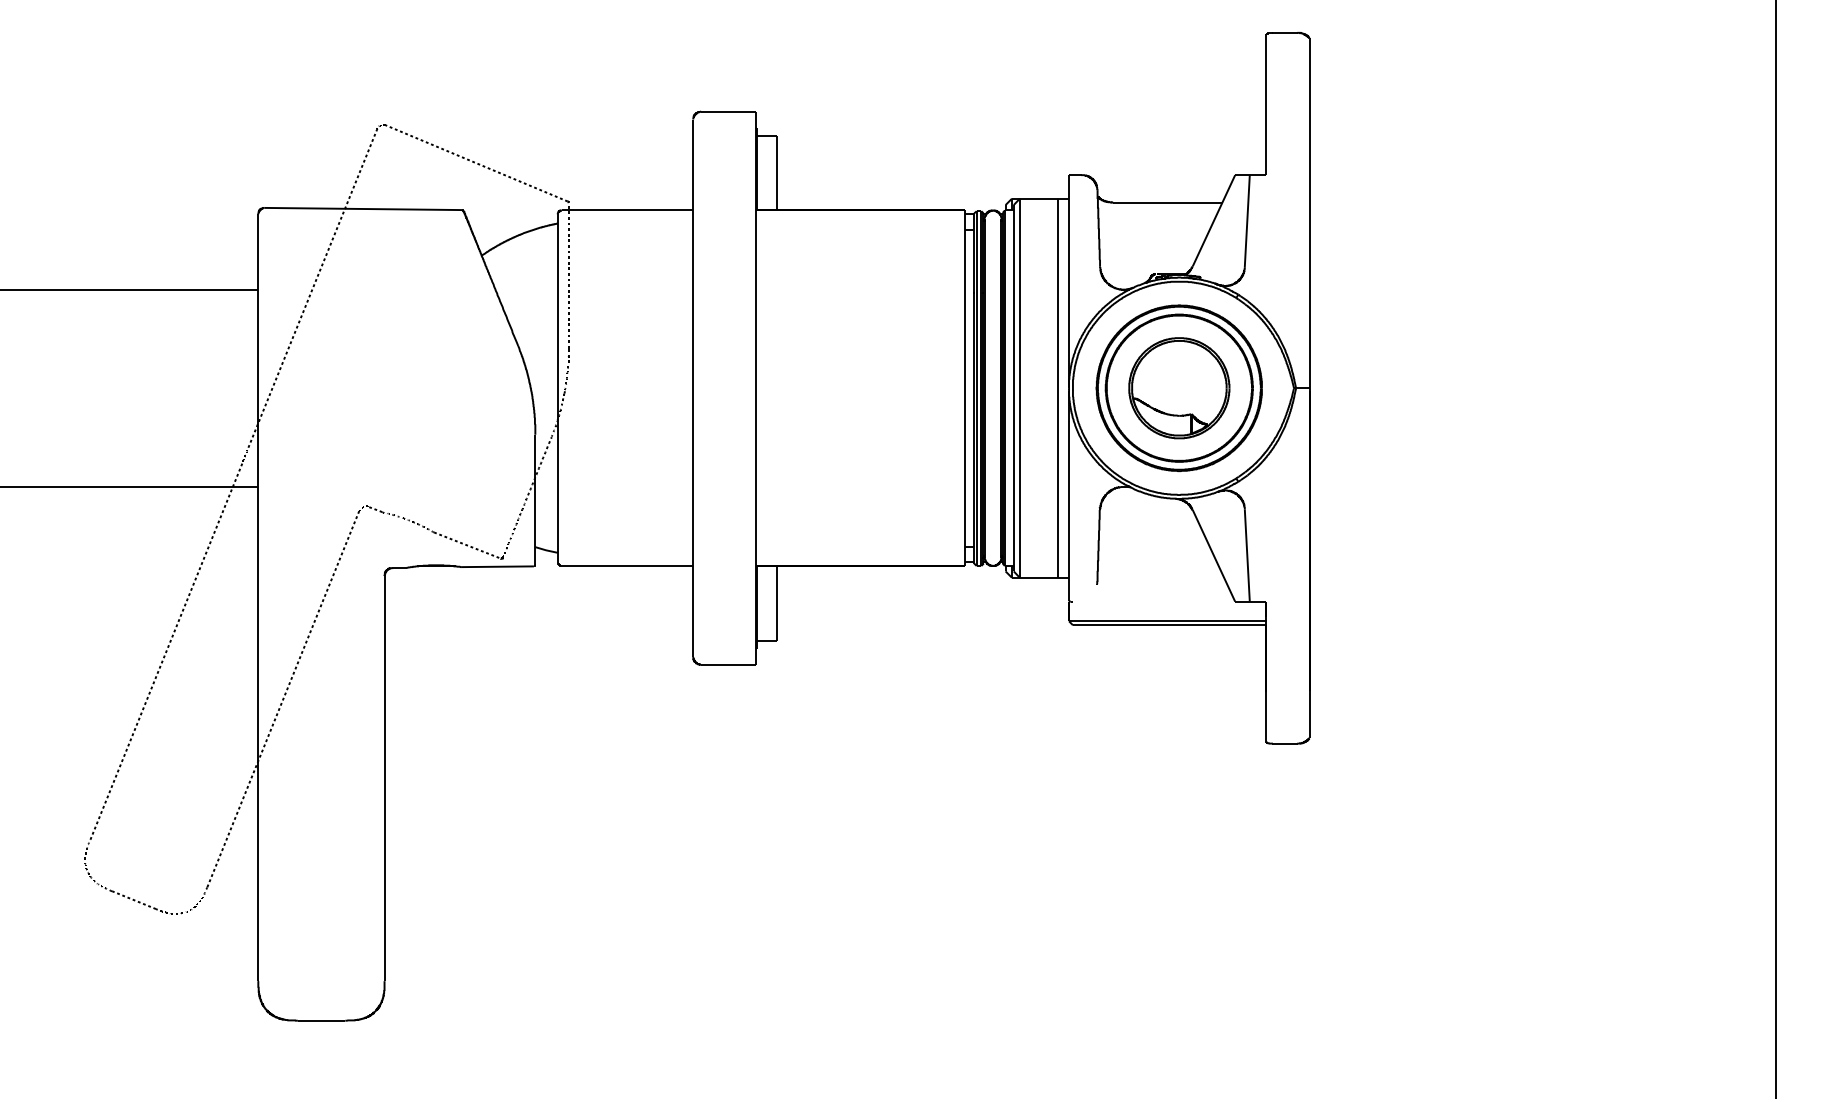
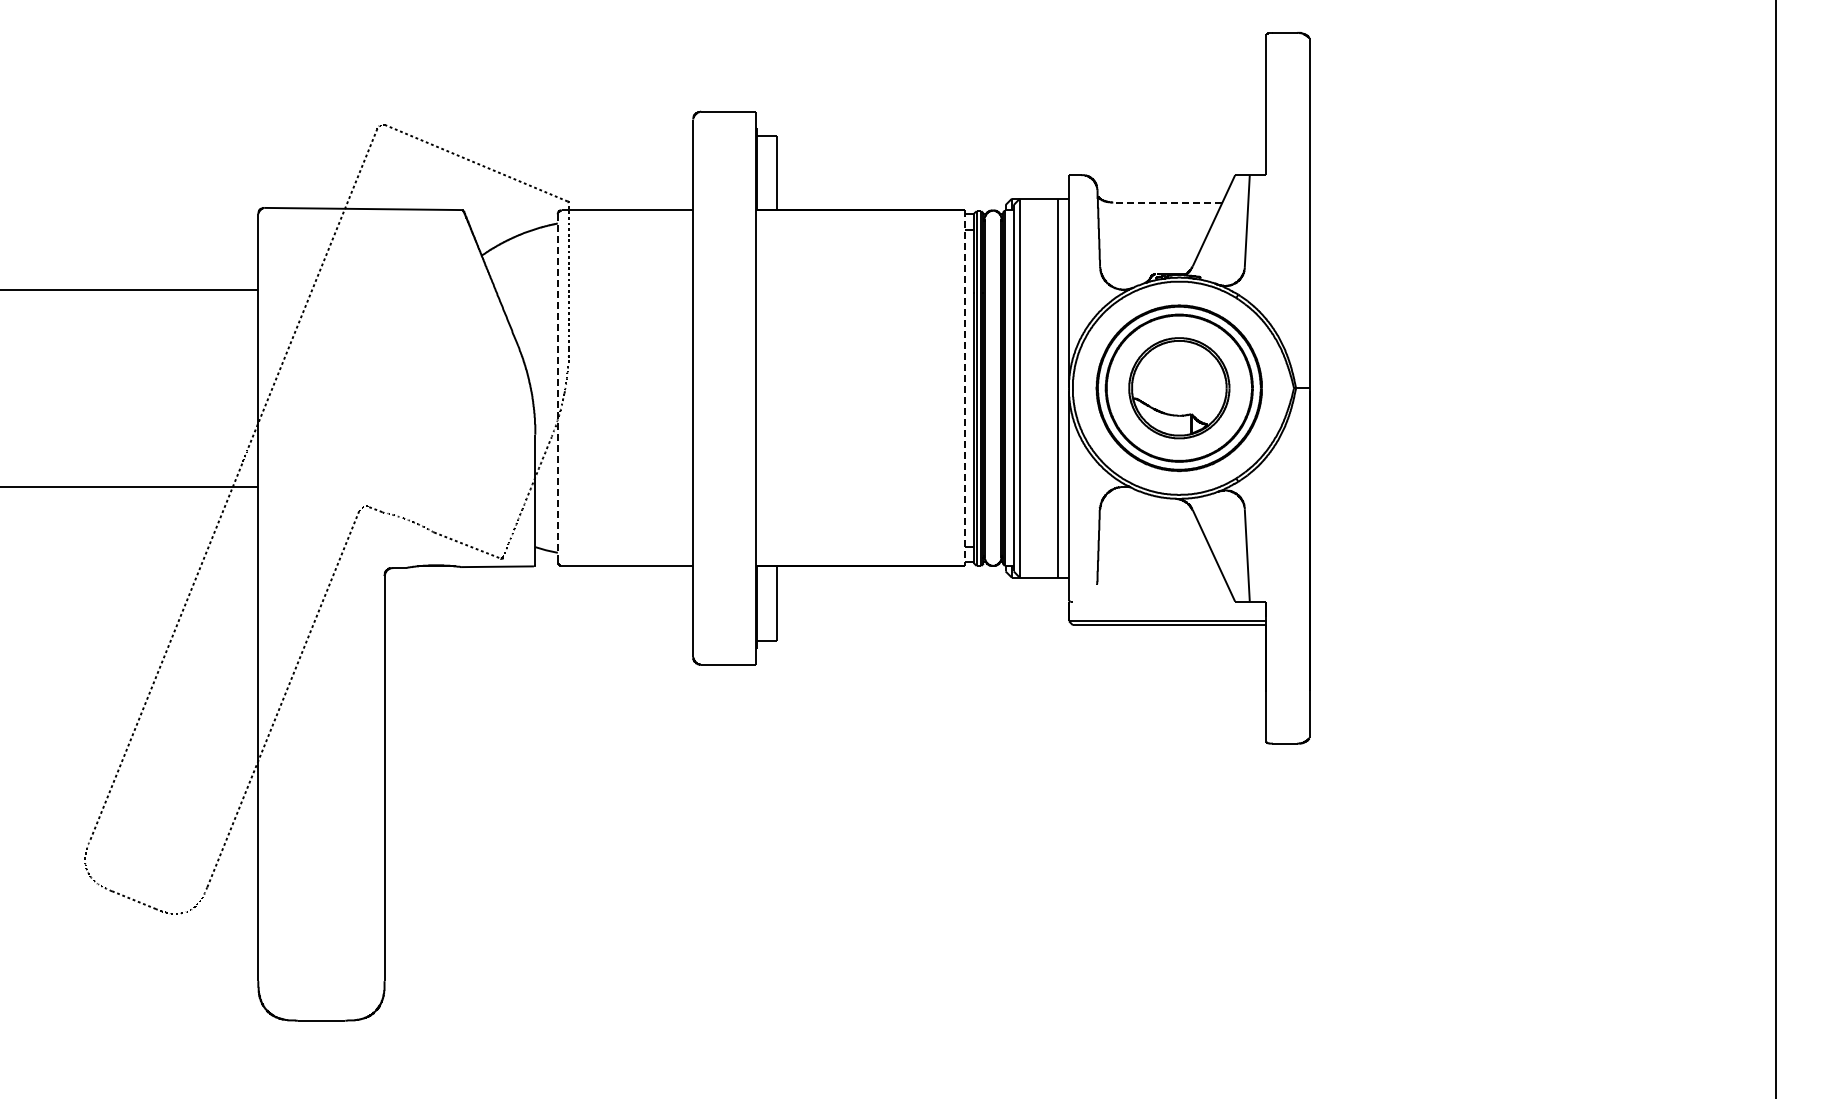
line at (1167, 202): solid -> dashed
line at (557, 388): solid -> dashed
line at (964, 388): solid -> dashed
